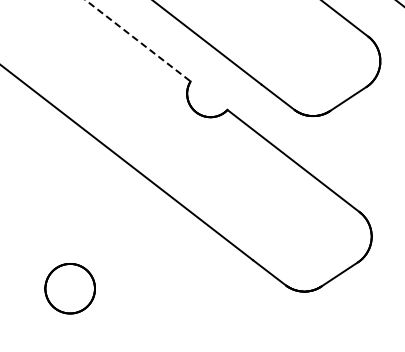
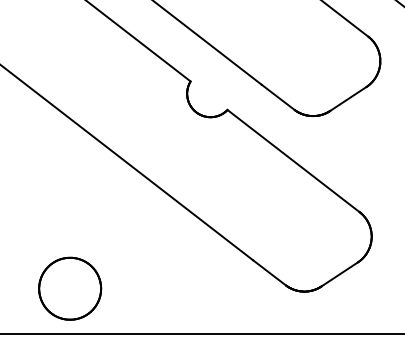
line at (138, 41): dashed -> solid
part at (69, 288) size: 52x52 px -> 65x65 px
line at (201, 333): none -> present
